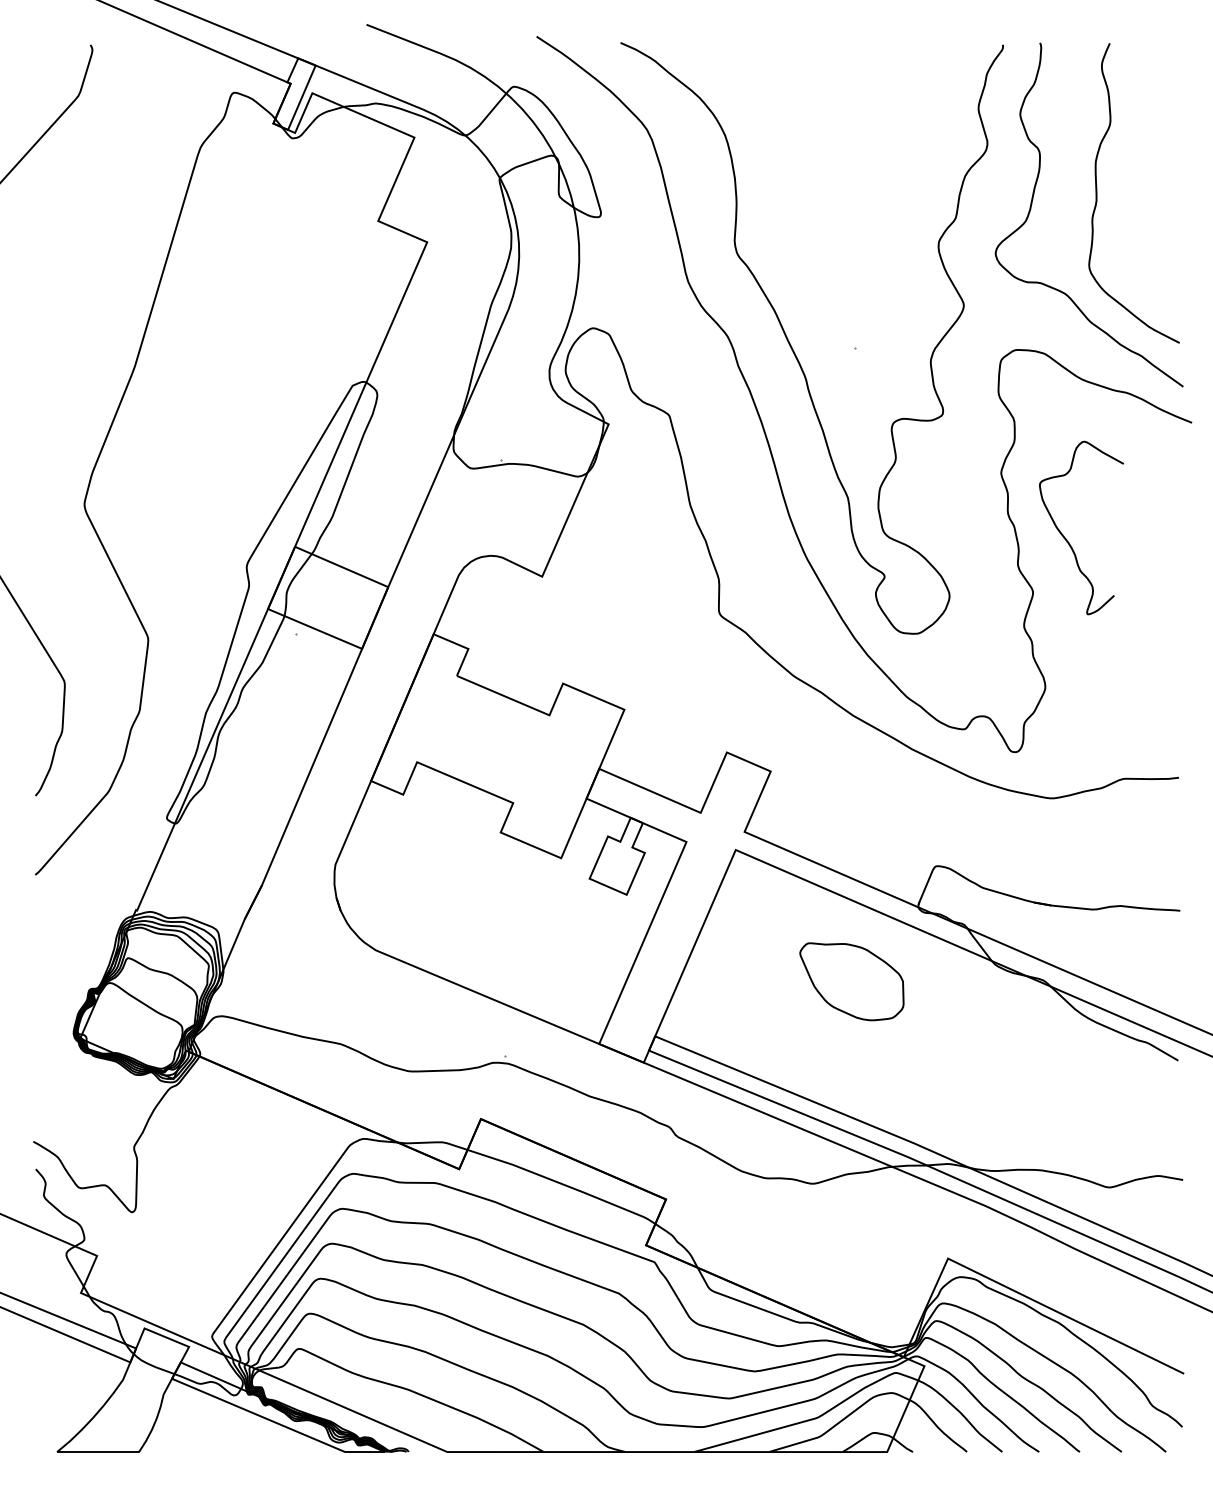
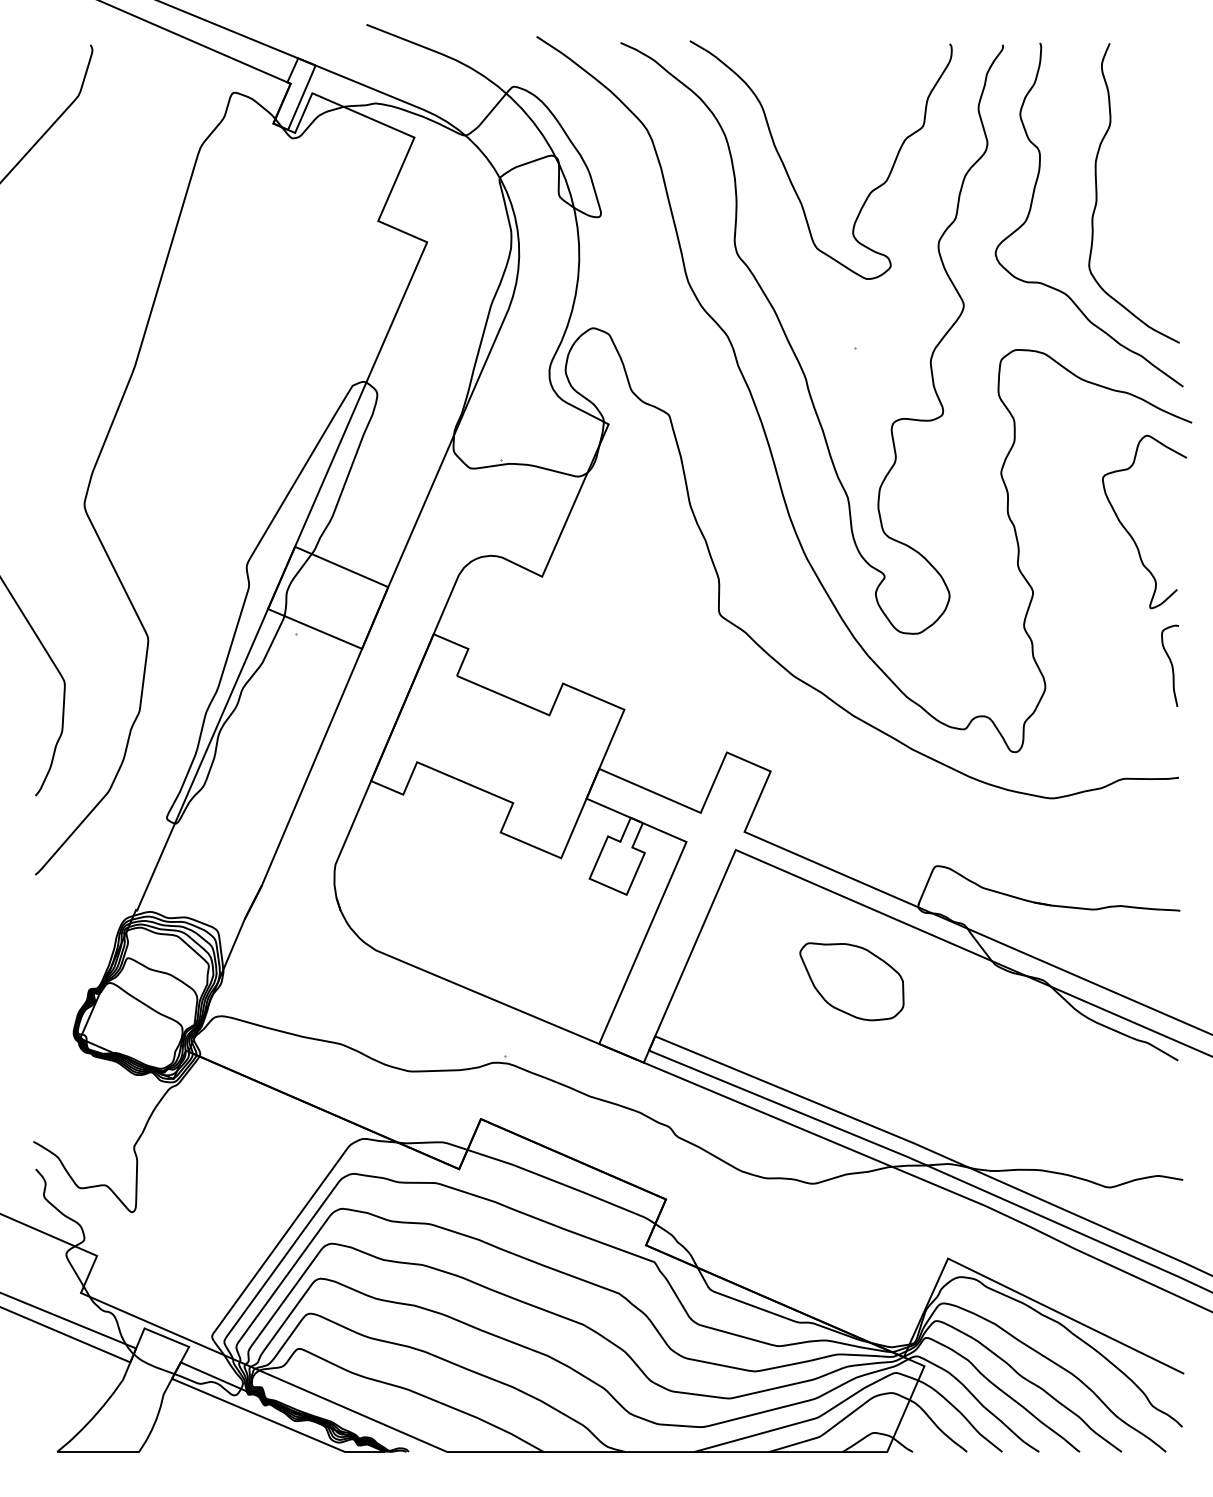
curve at (789, 175): none -> present
curve at (1066, 538) position: (1066, 538) -> (1129, 532)
curve at (1171, 665): none -> present
